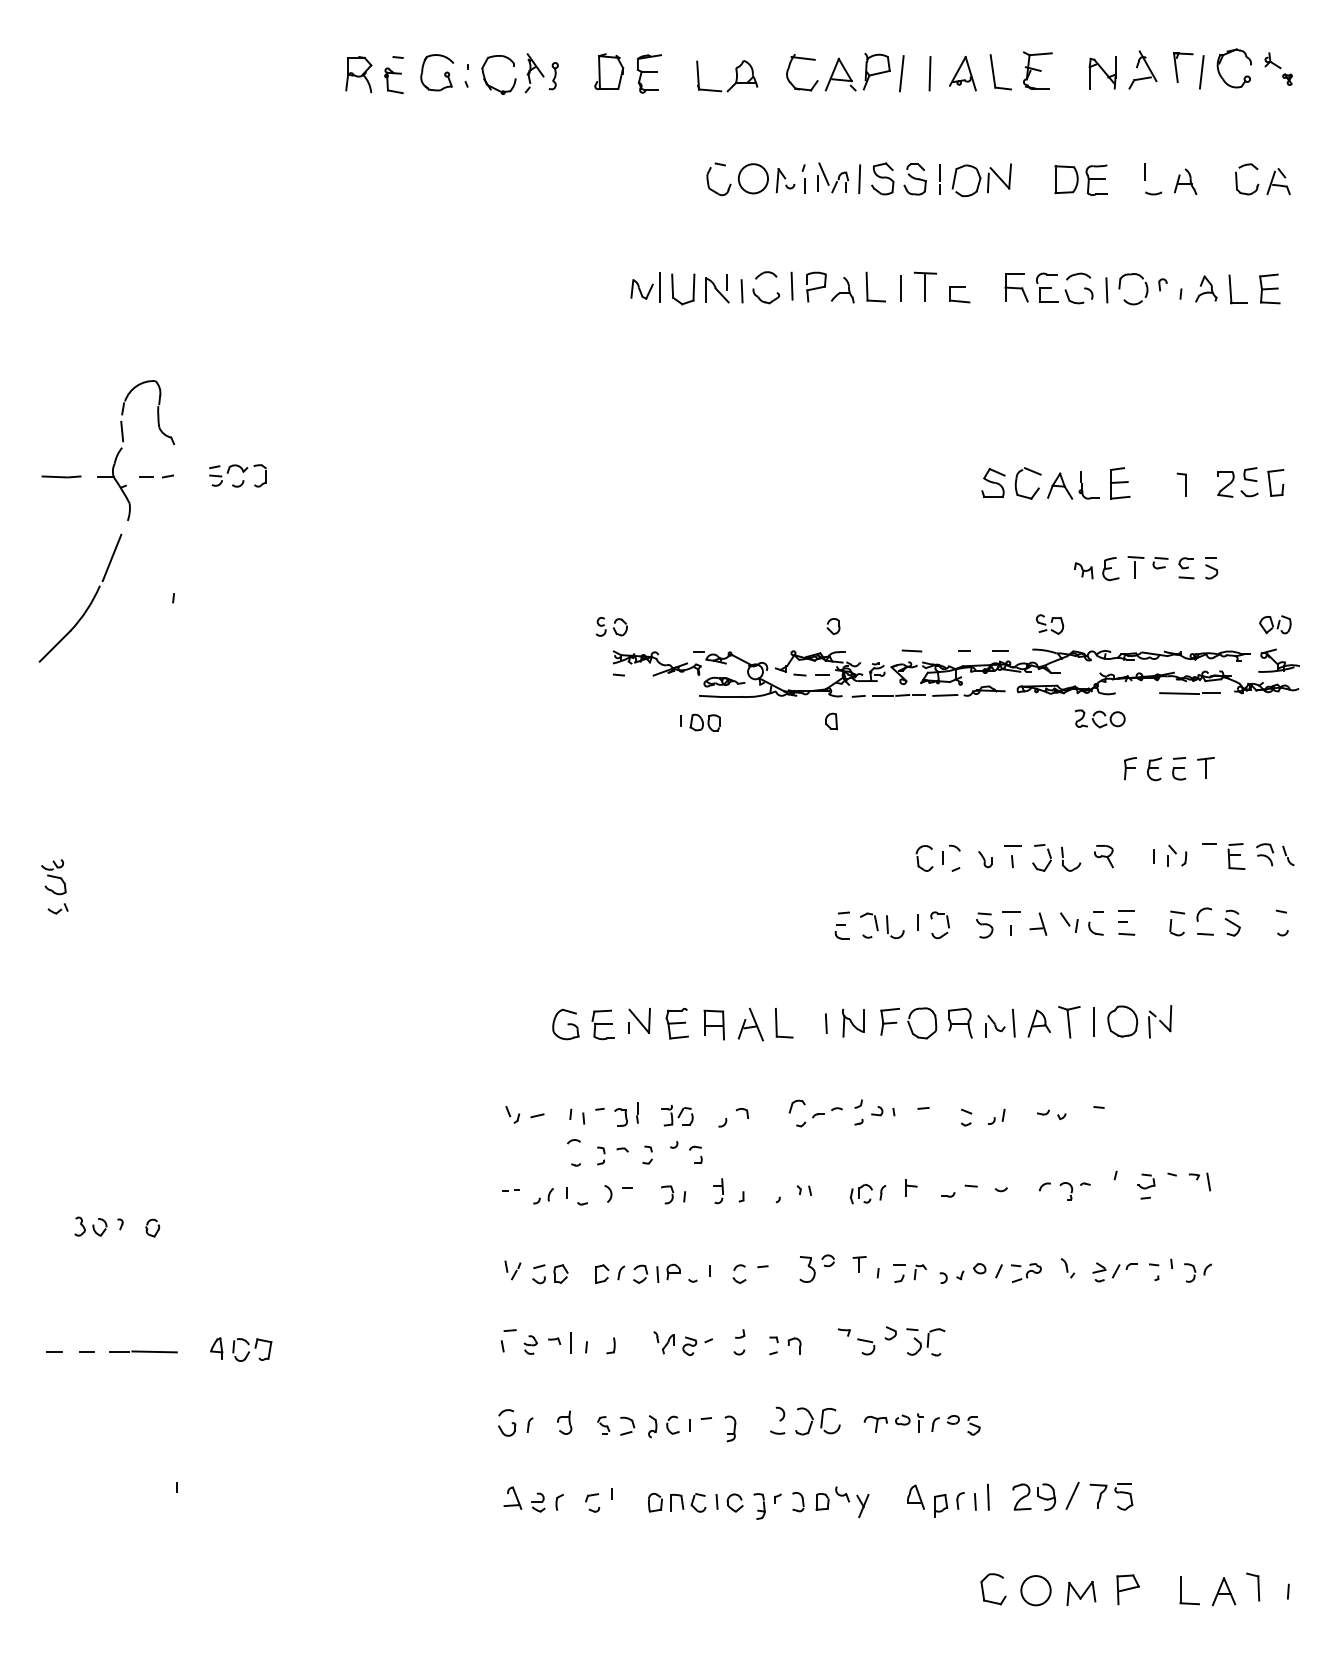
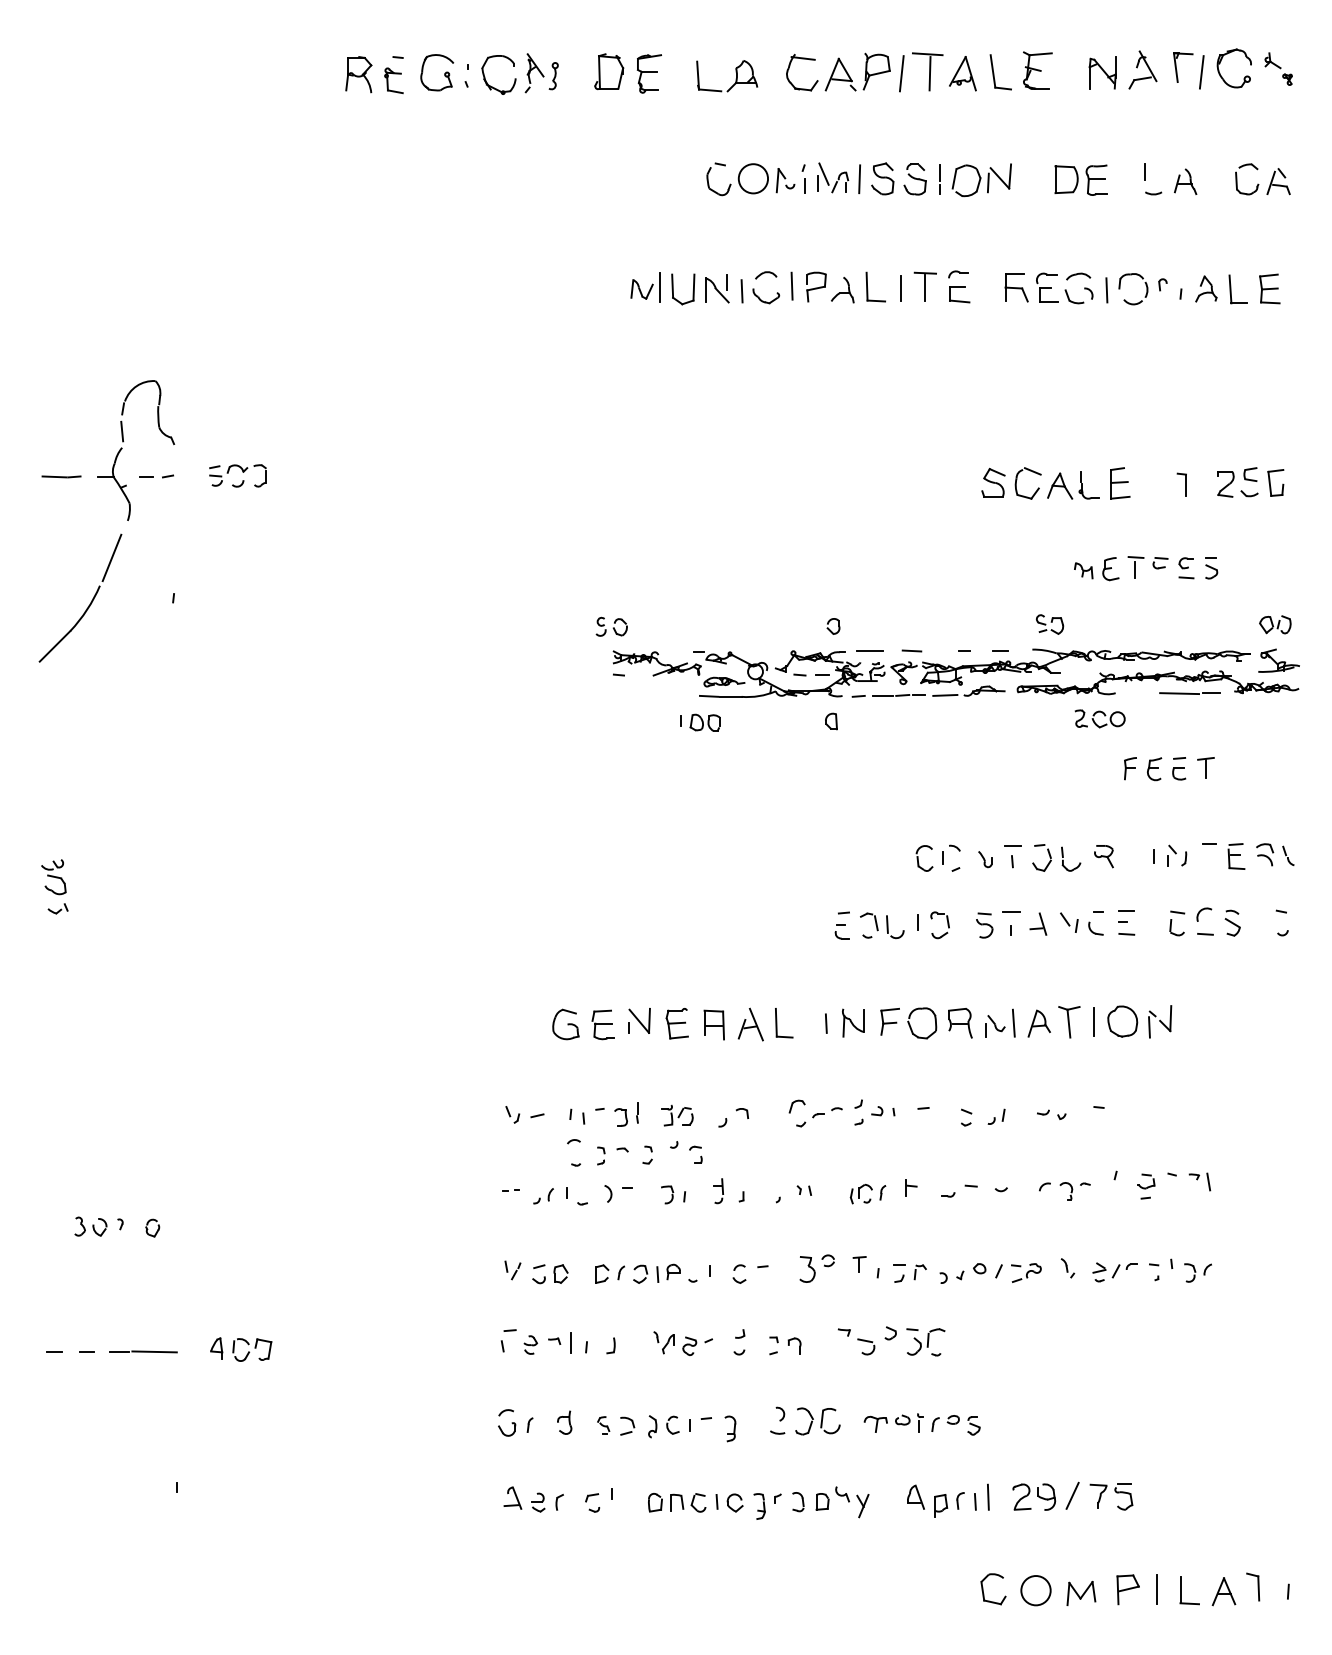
line at (927, 54): none -> present
part at (958, 274): none -> present
line at (870, 651): none -> present
line at (1157, 1589): none -> present
